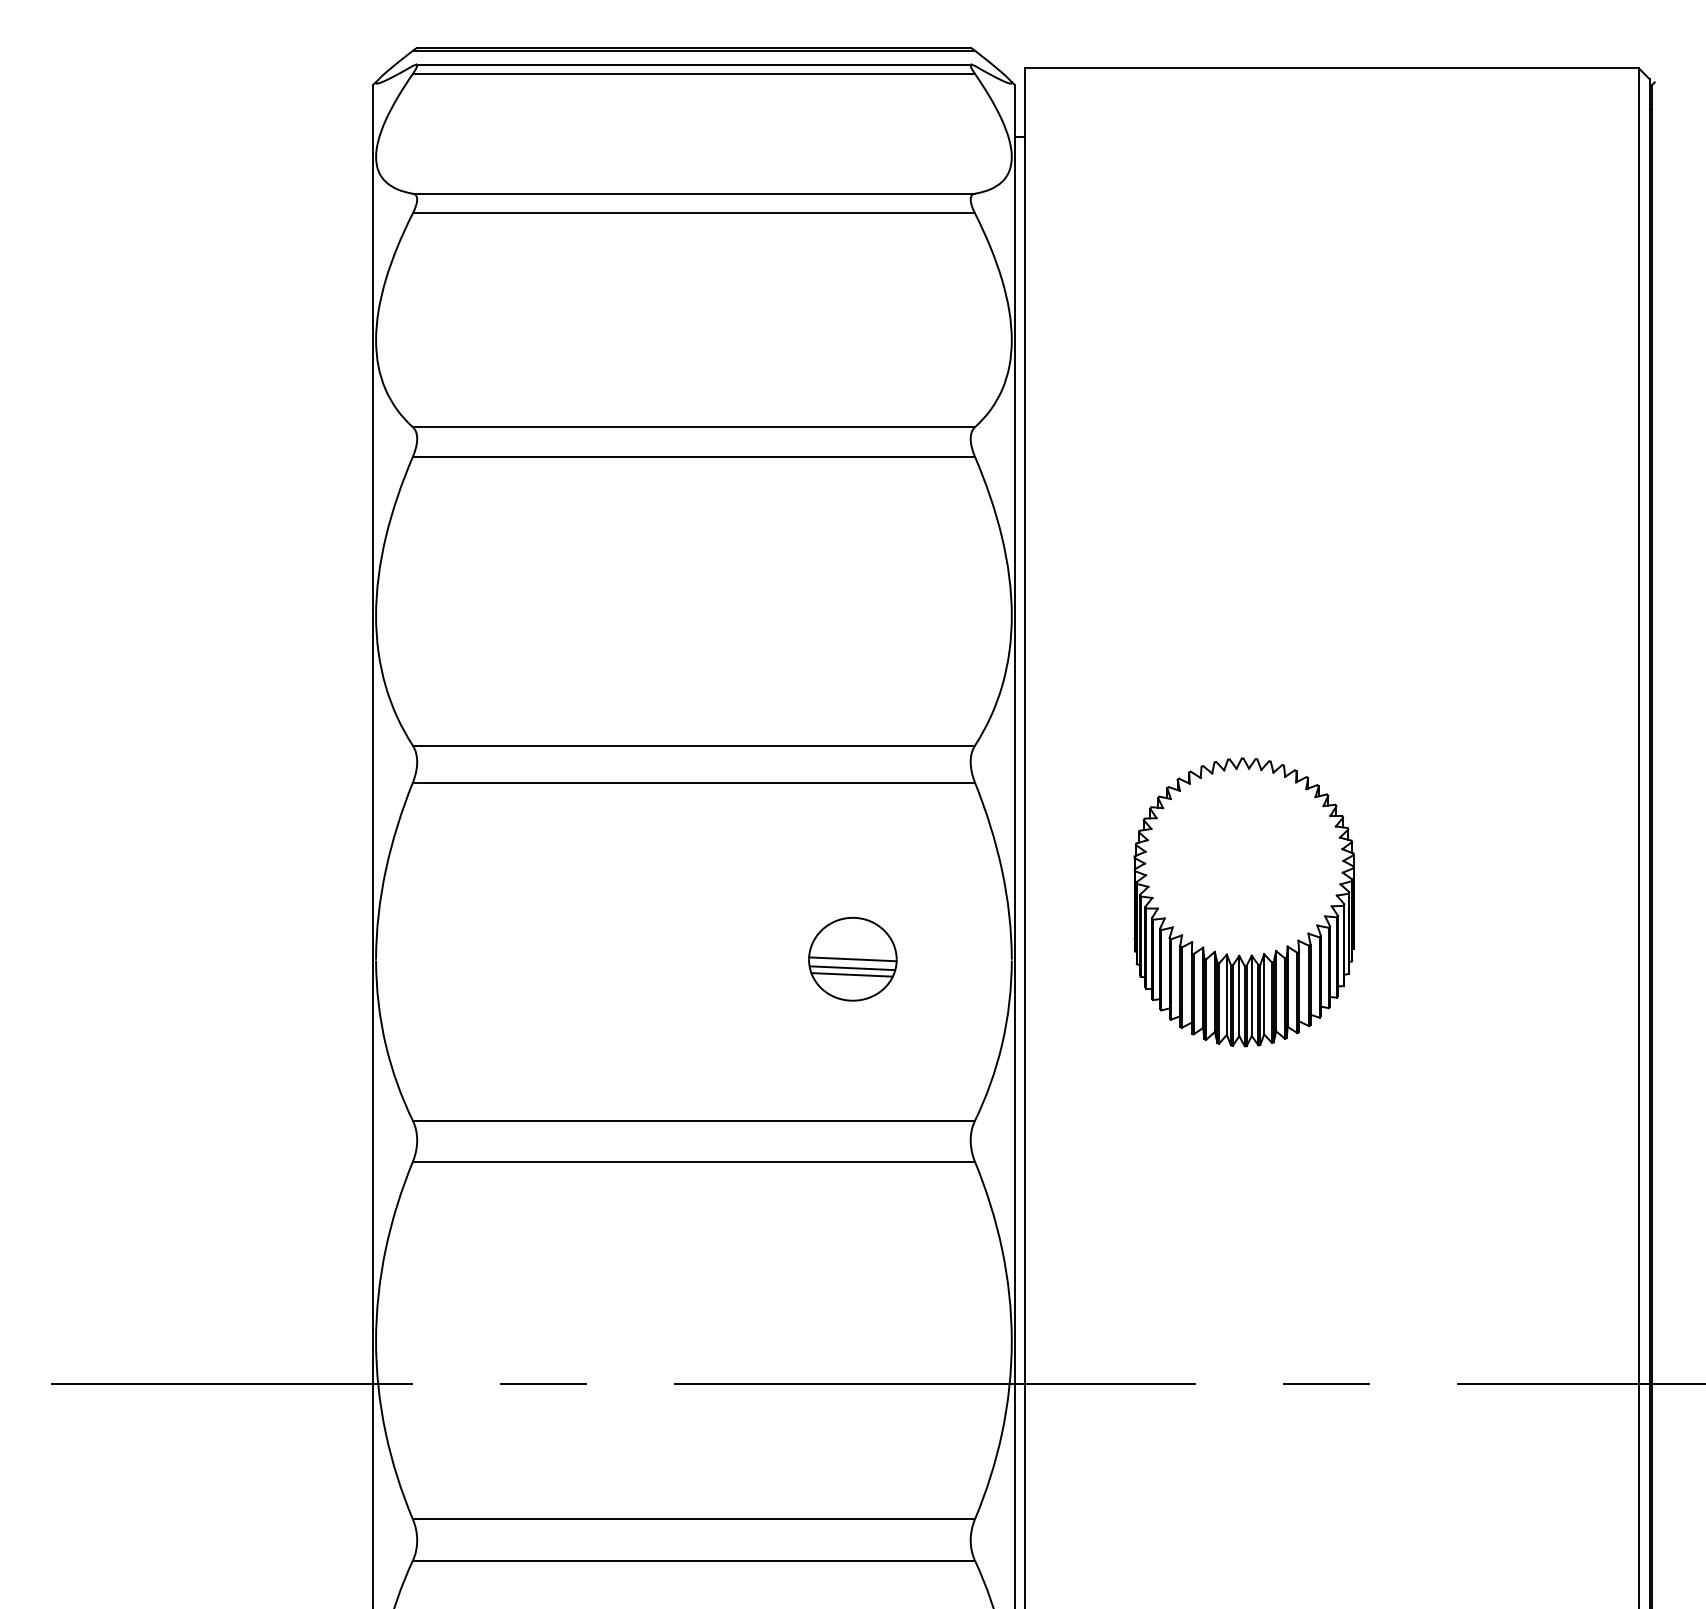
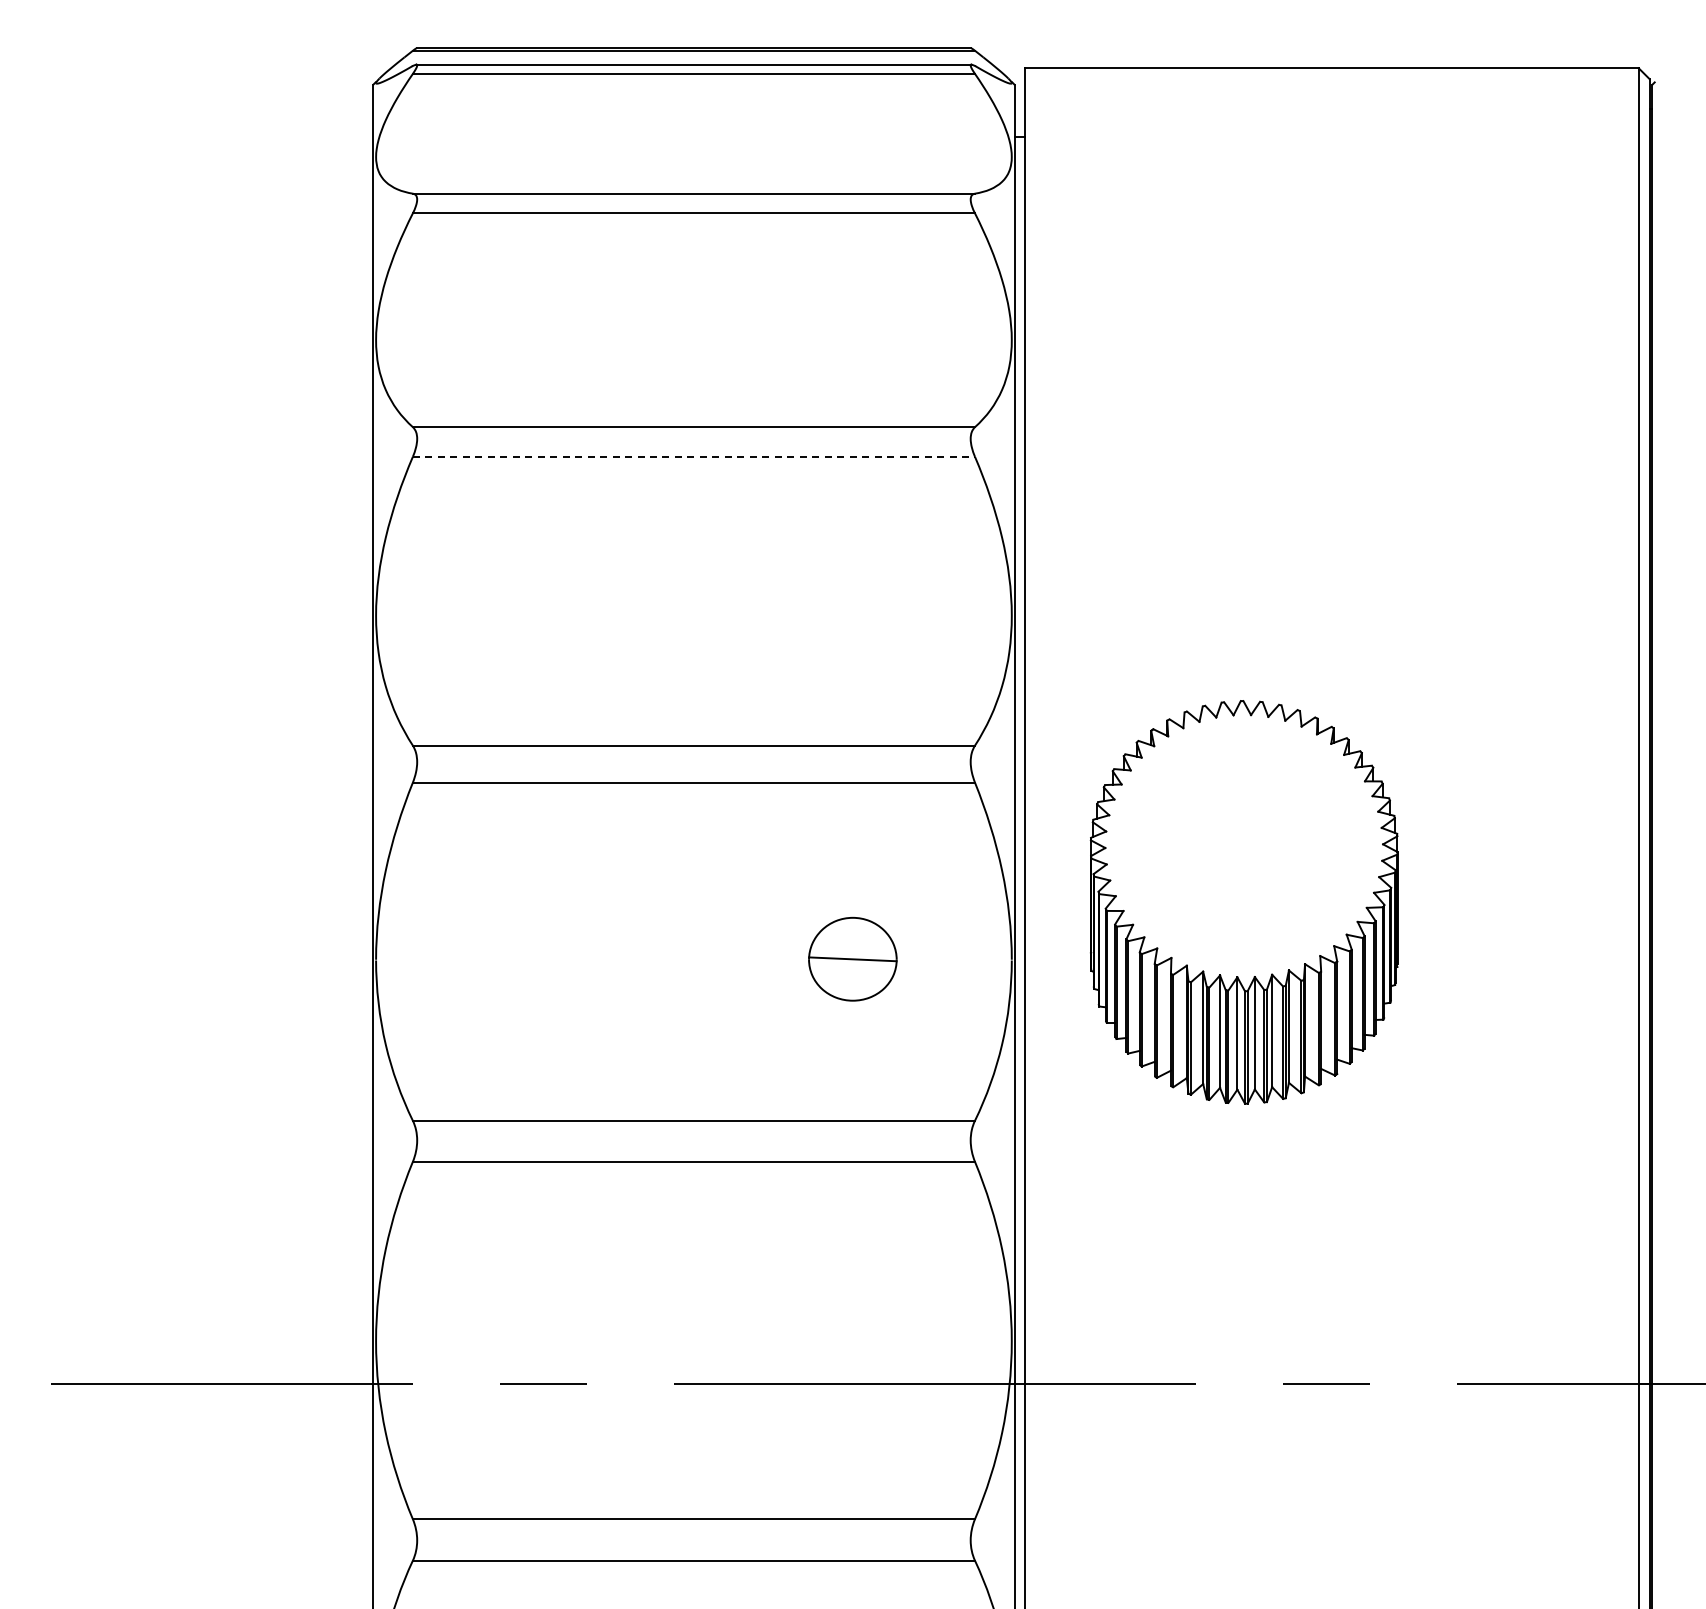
line at (694, 456): solid -> dashed
part at (1243, 902) size: 222x291 px -> 310x405 px
line at (852, 968): present -> none
line at (851, 974): present -> none
